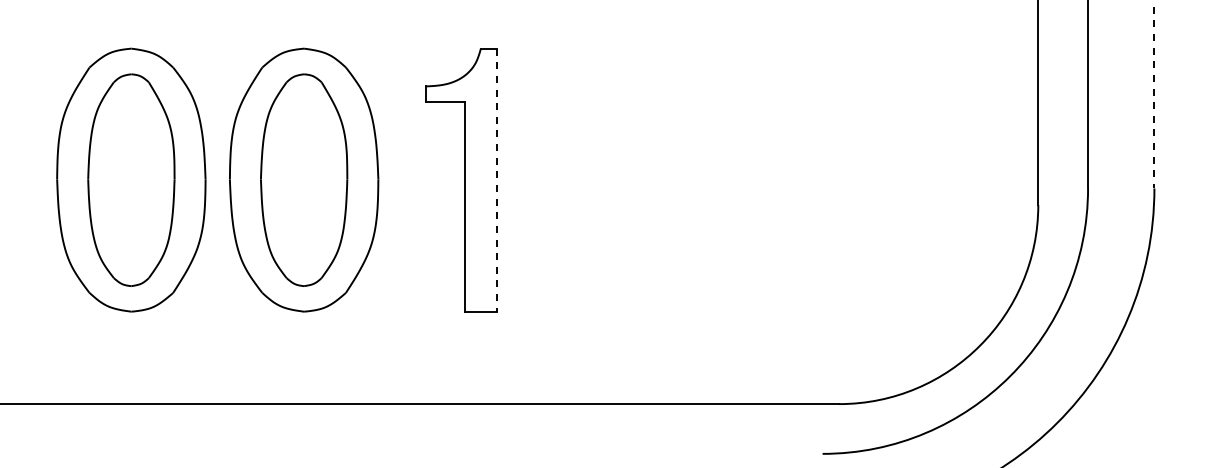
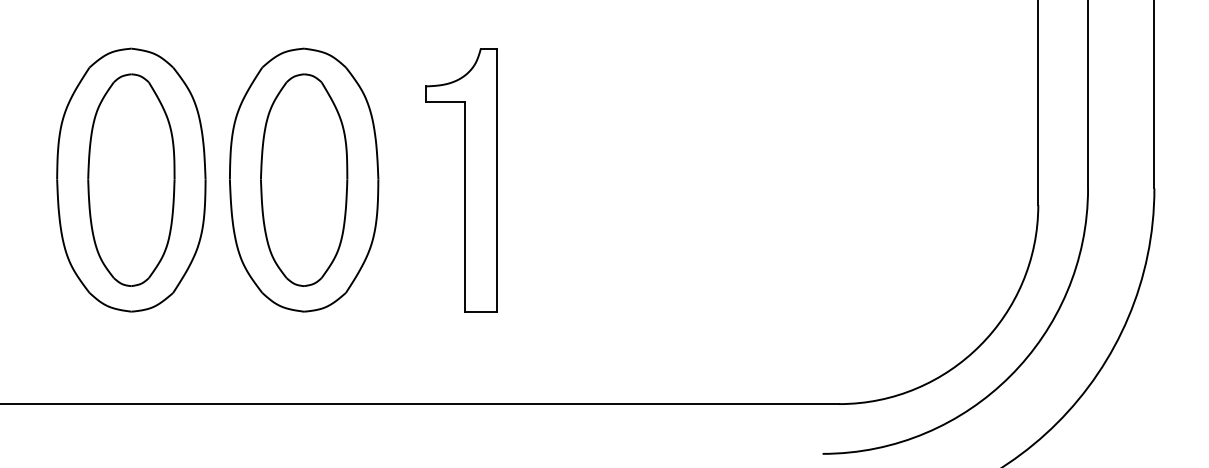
line at (1154, 94): dashed -> solid
line at (497, 180): dashed -> solid
